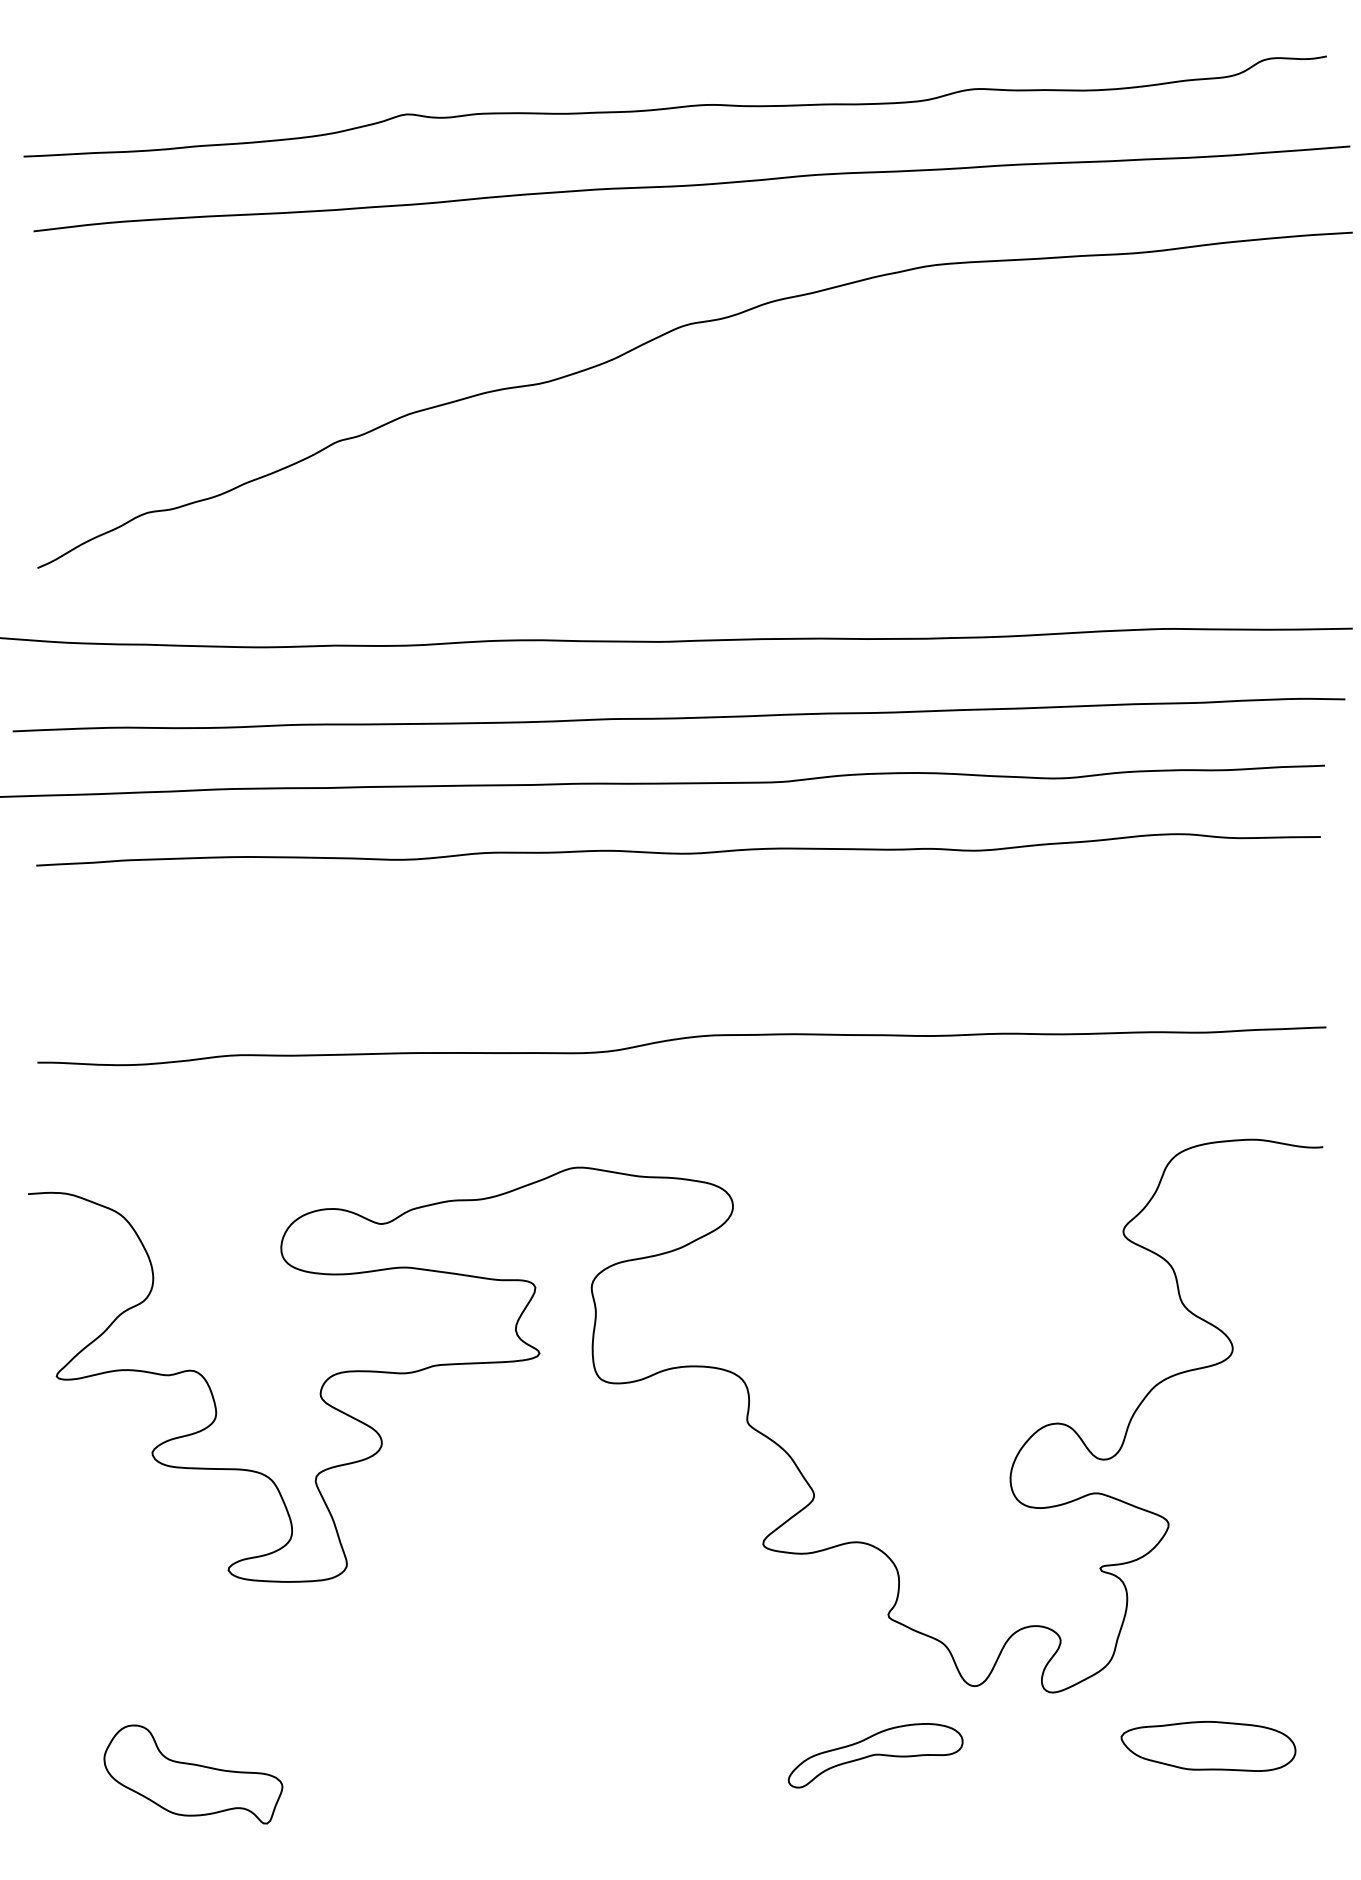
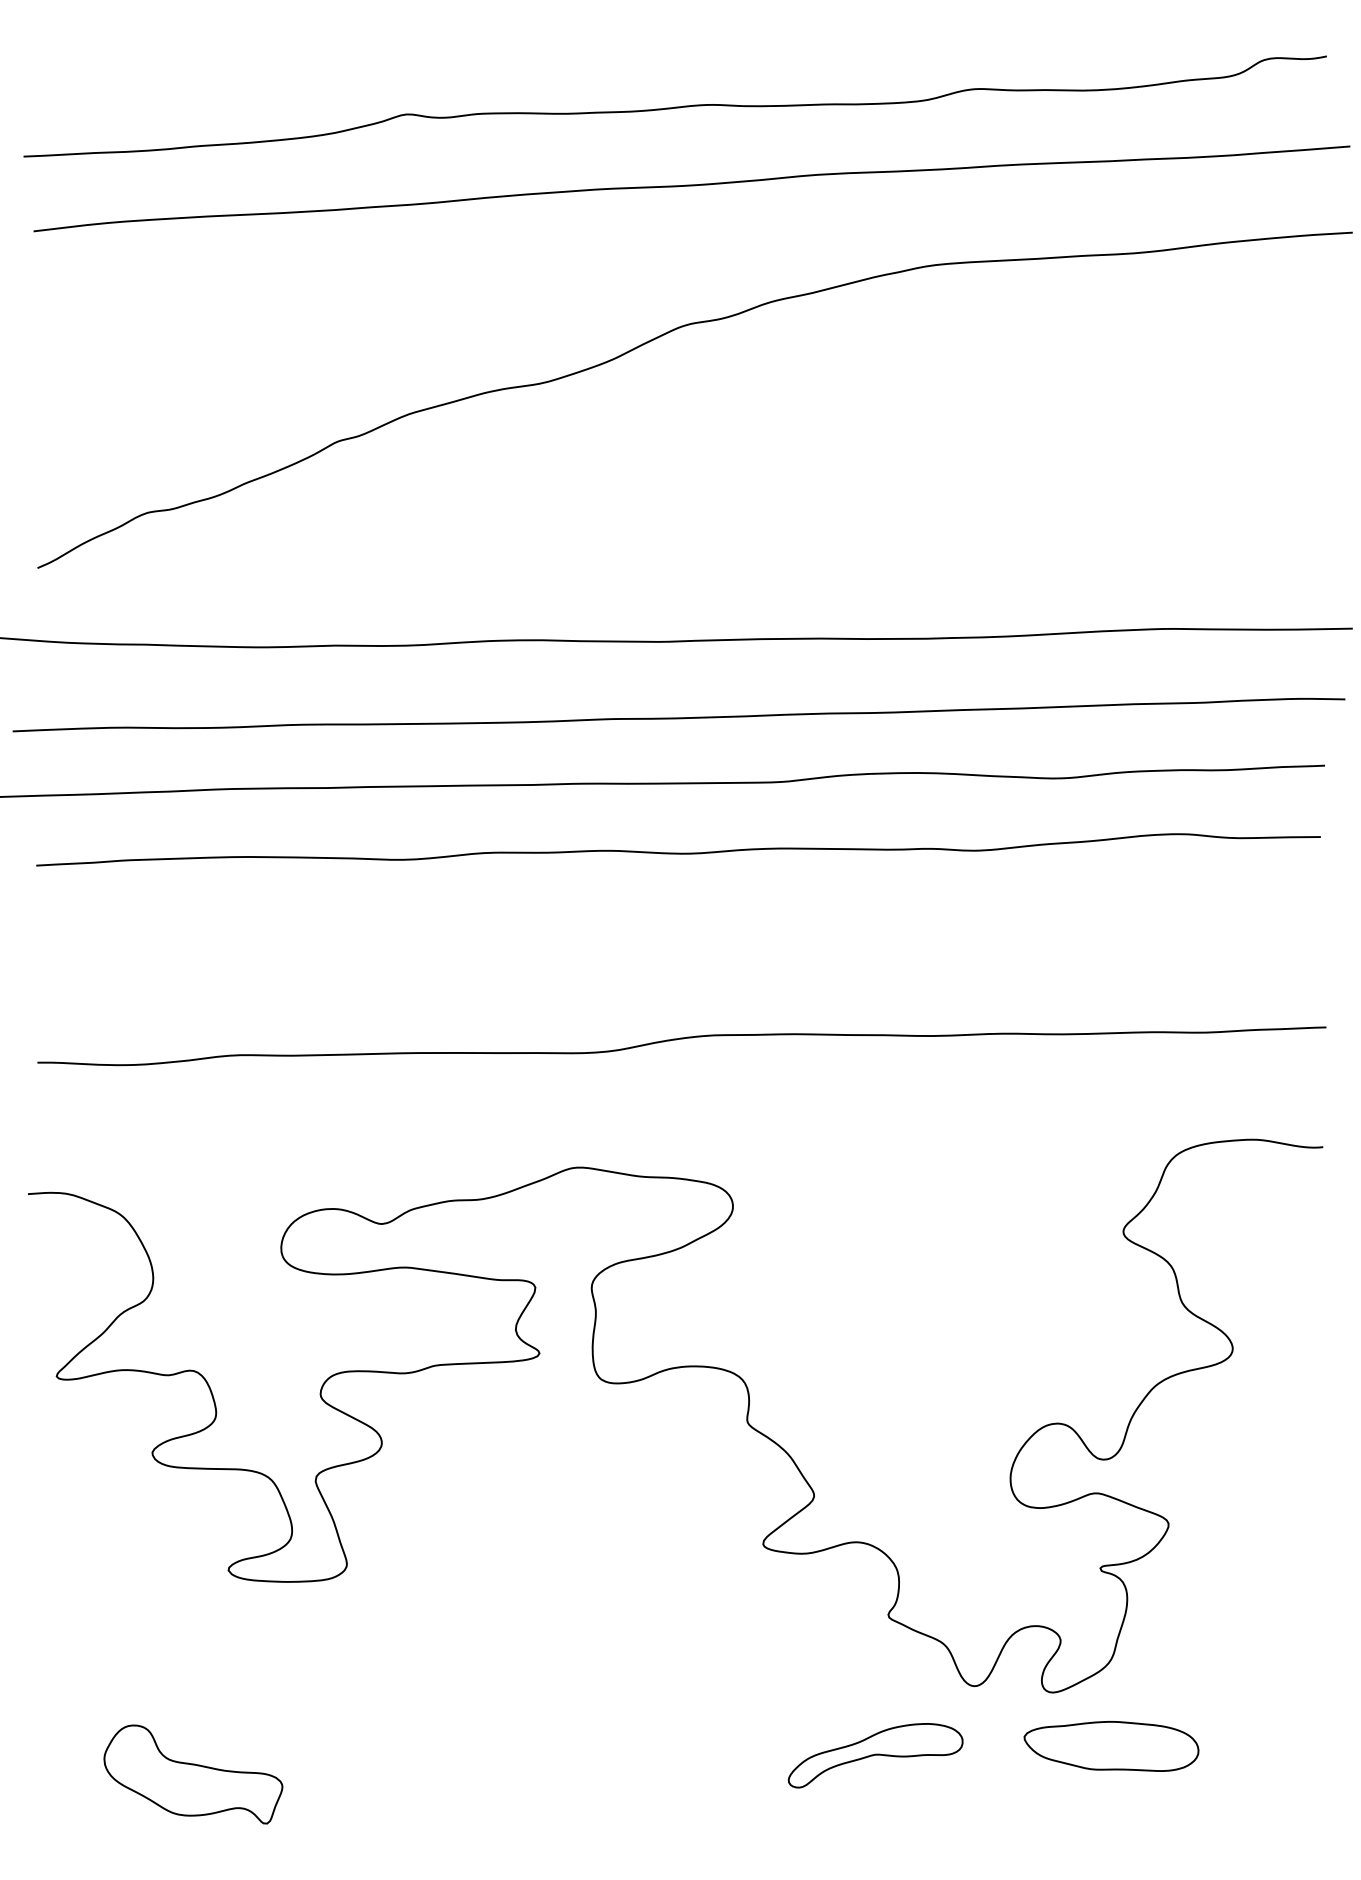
part at (1208, 1746) position: (1208, 1746) -> (1111, 1746)
